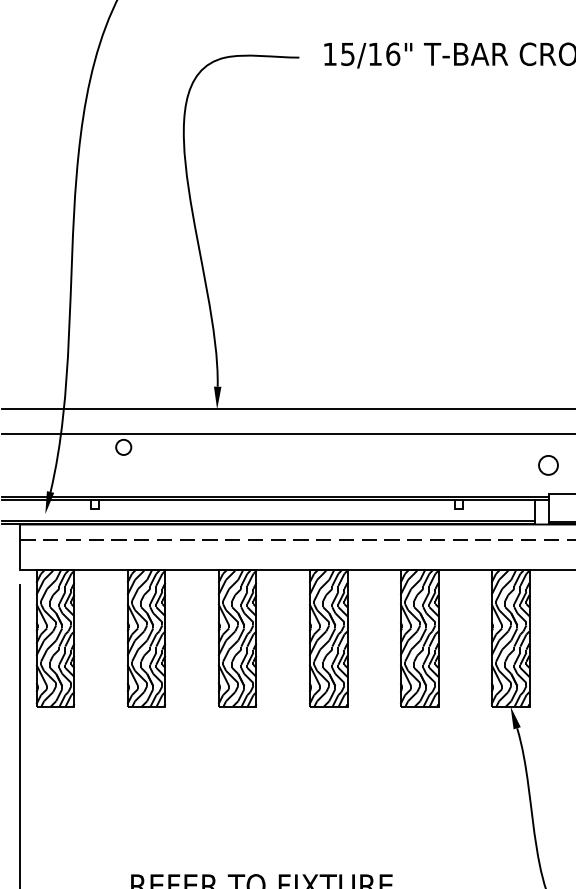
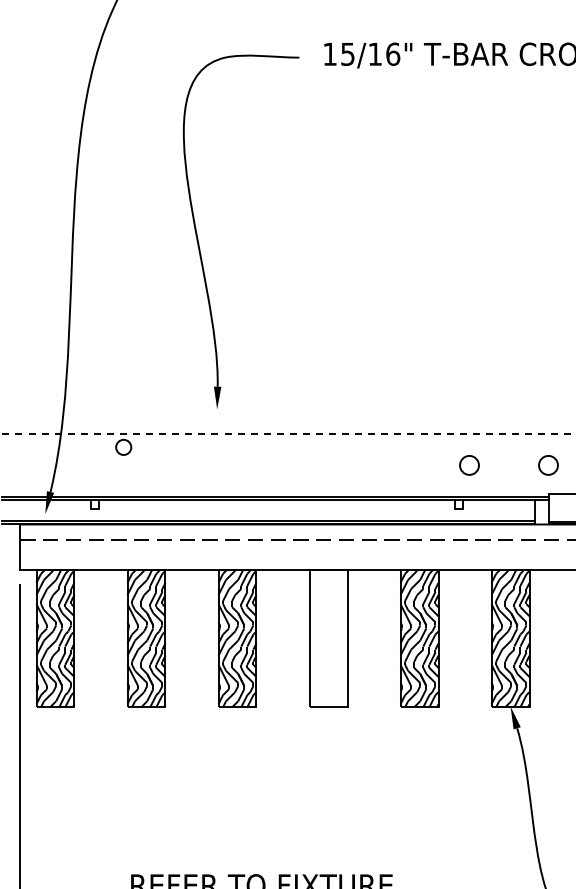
line at (287, 409): present -> none
line at (289, 434): solid -> dashed
circle at (469, 465): none -> present
hatch at (328, 638): present -> none
